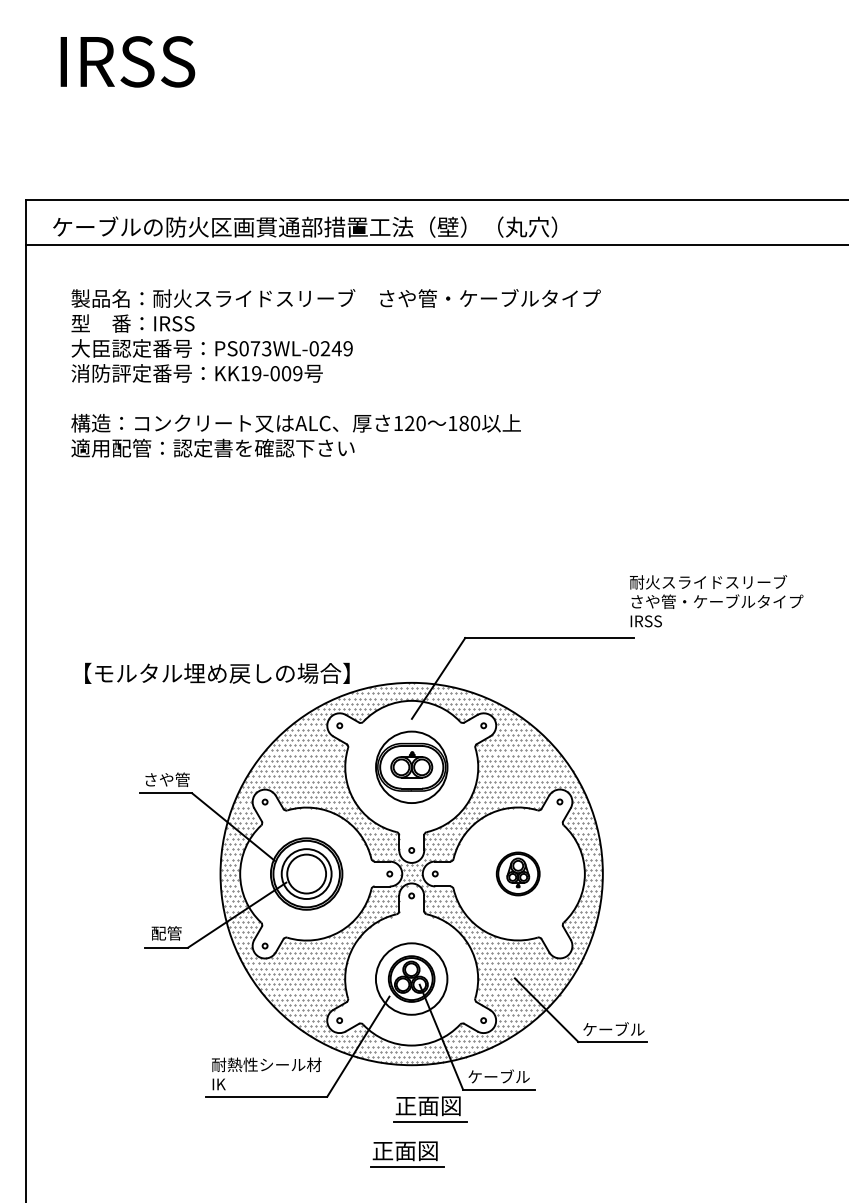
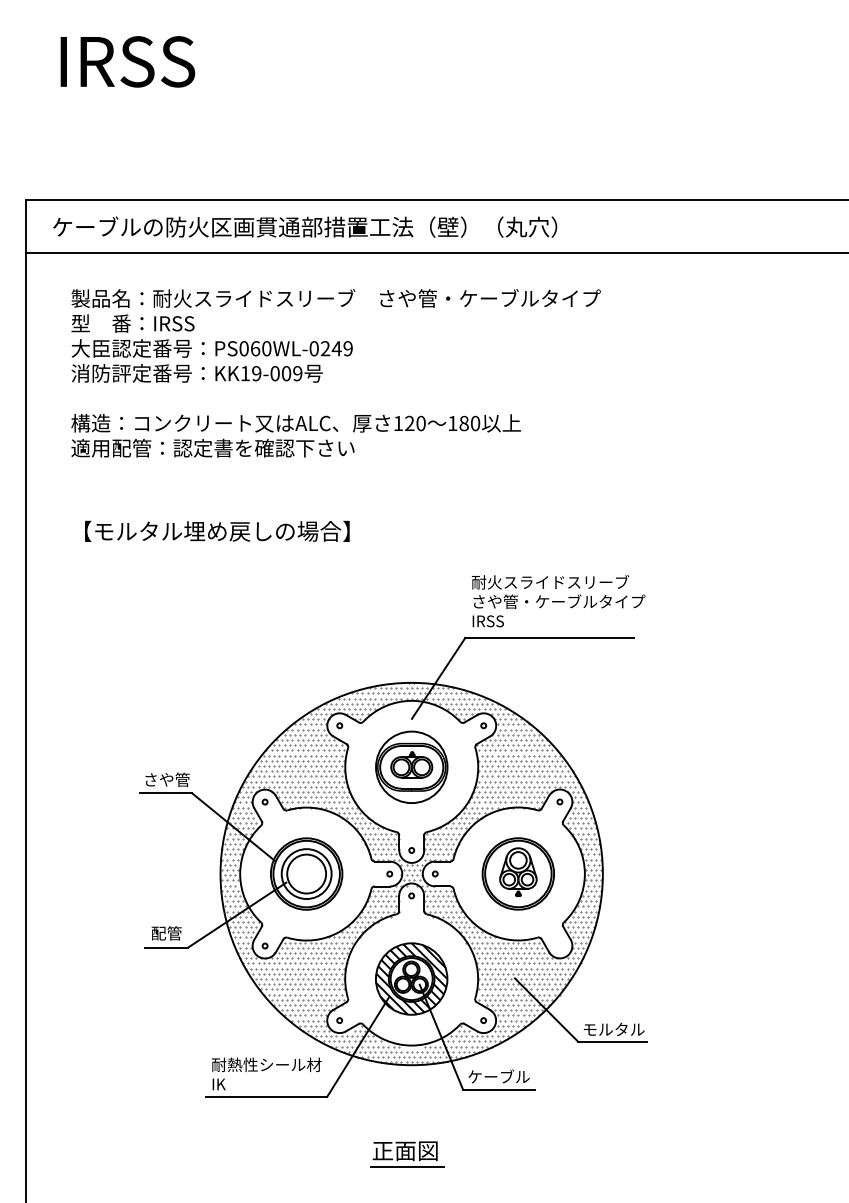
line at (435, 245) position: (435, 245) -> (435, 253)
text at (260, 348): PS073WL-0249 -> PS060WL-0249
text at (716, 601) position: (716, 601) -> (558, 601)
text at (217, 672) position: (217, 672) -> (217, 530)
part at (517, 873) size: 46x46 px -> 74x74 px
hatch at (411, 978): none -> present
text at (605, 1028): ケーブル -> モルタル
part at (430, 1109): present -> none
